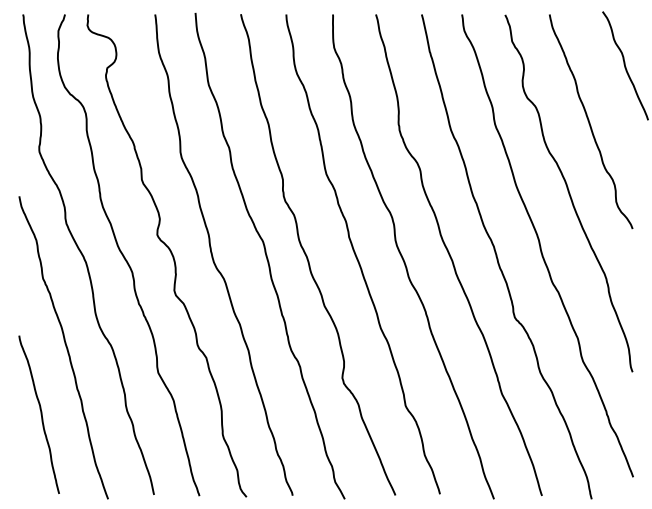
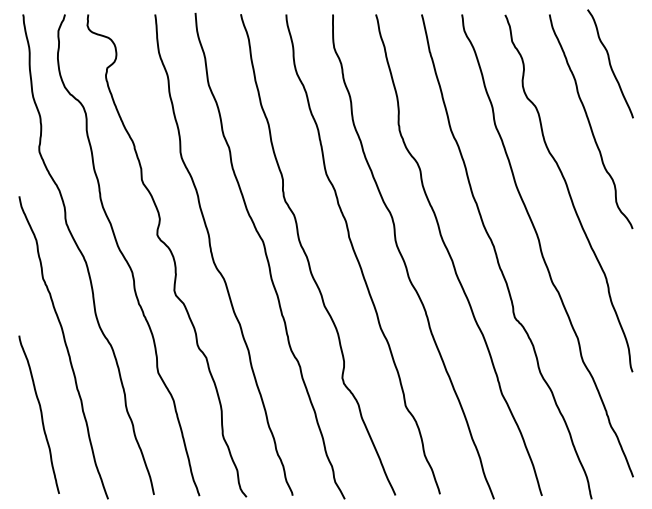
curve at (625, 65) position: (625, 65) -> (610, 63)
